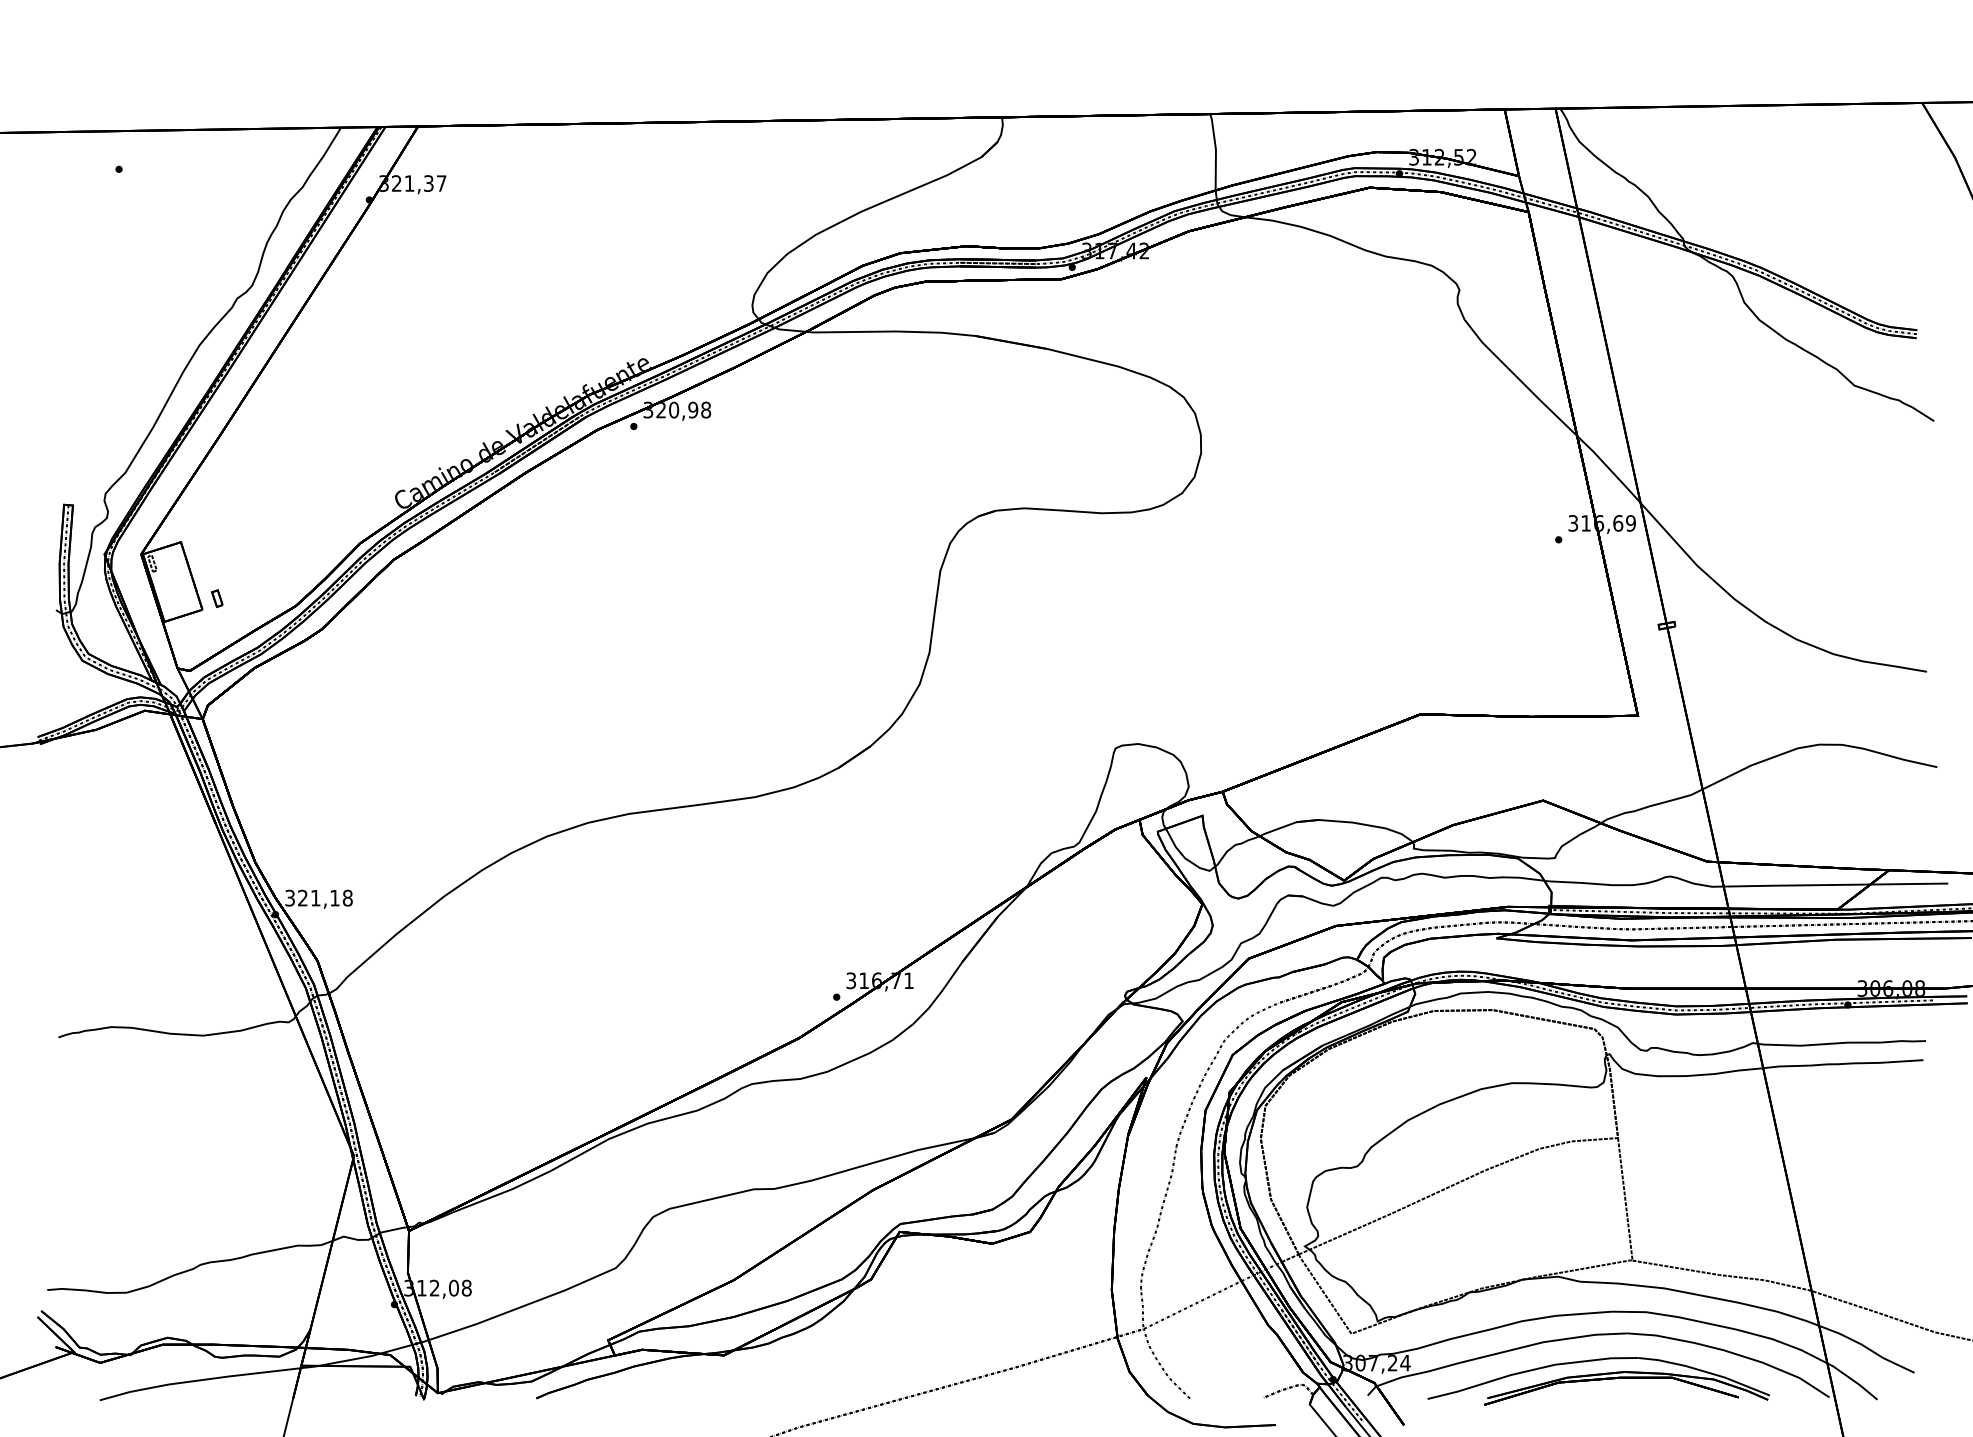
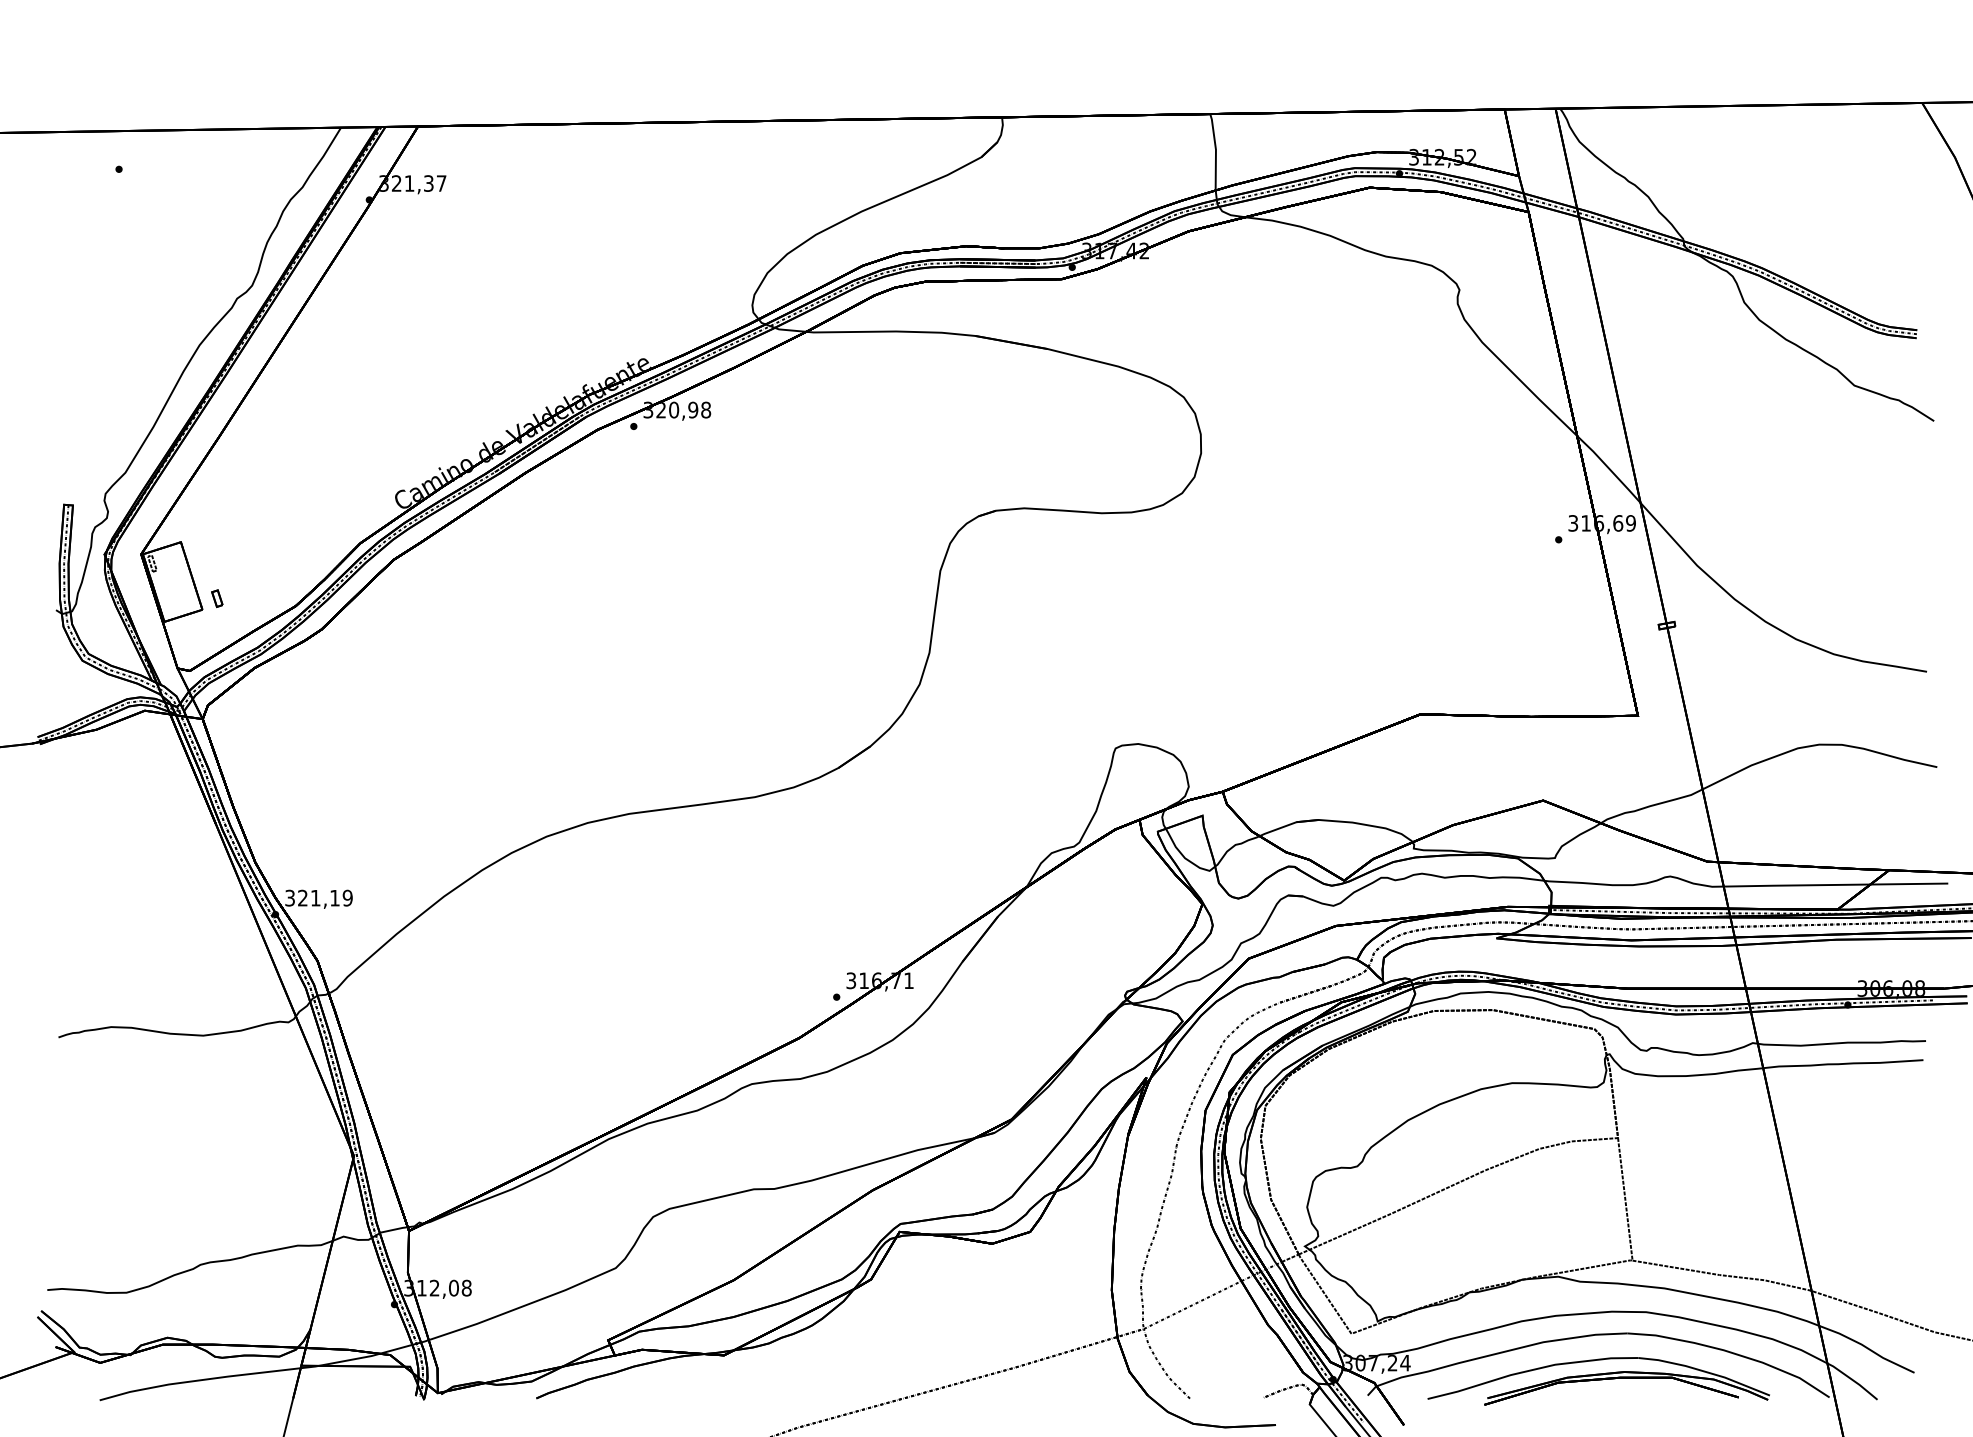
text at (347, 898): 321,18 -> 321,19
